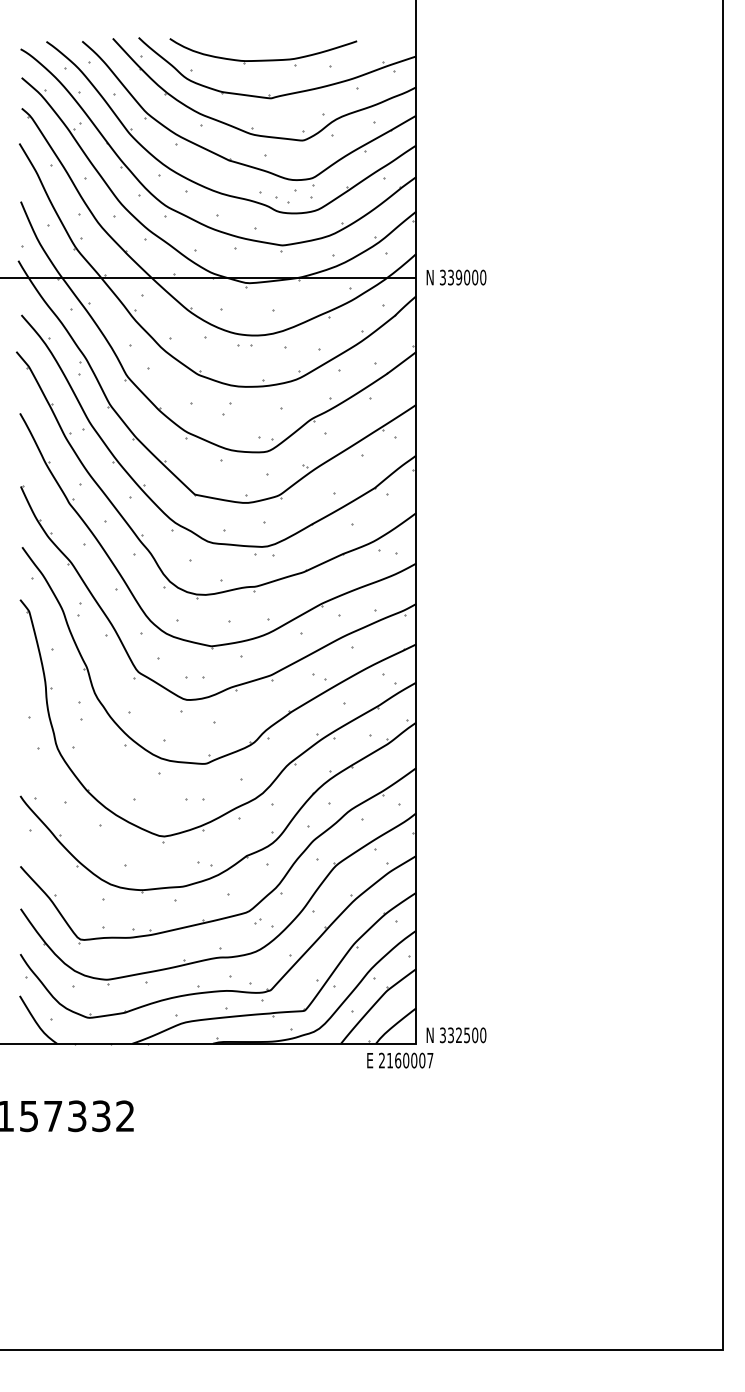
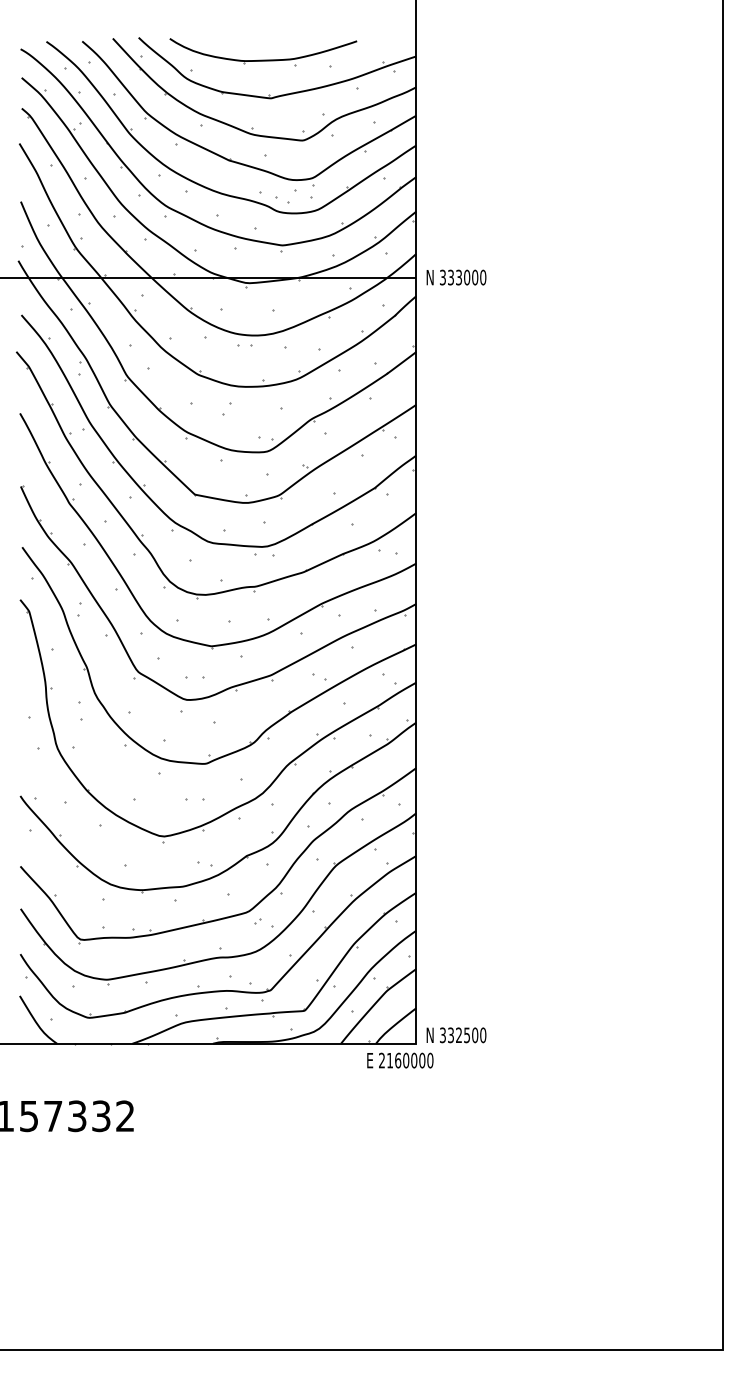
text at (458, 277): 339000 -> 333000
text at (430, 1060): 2160007 -> 2160000
